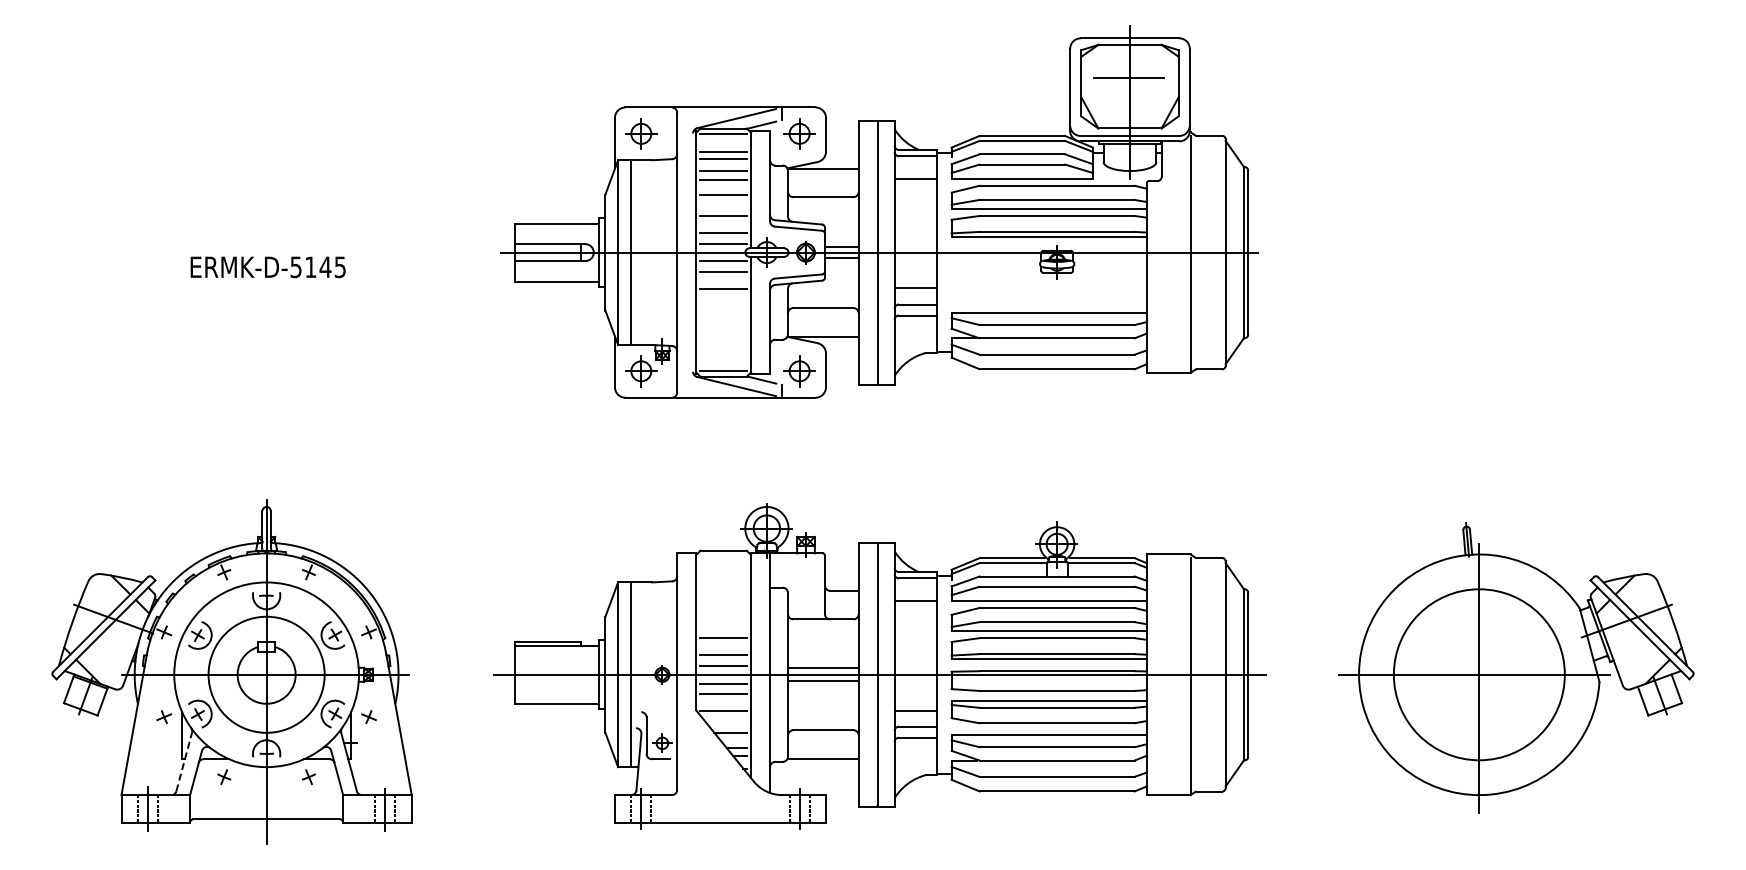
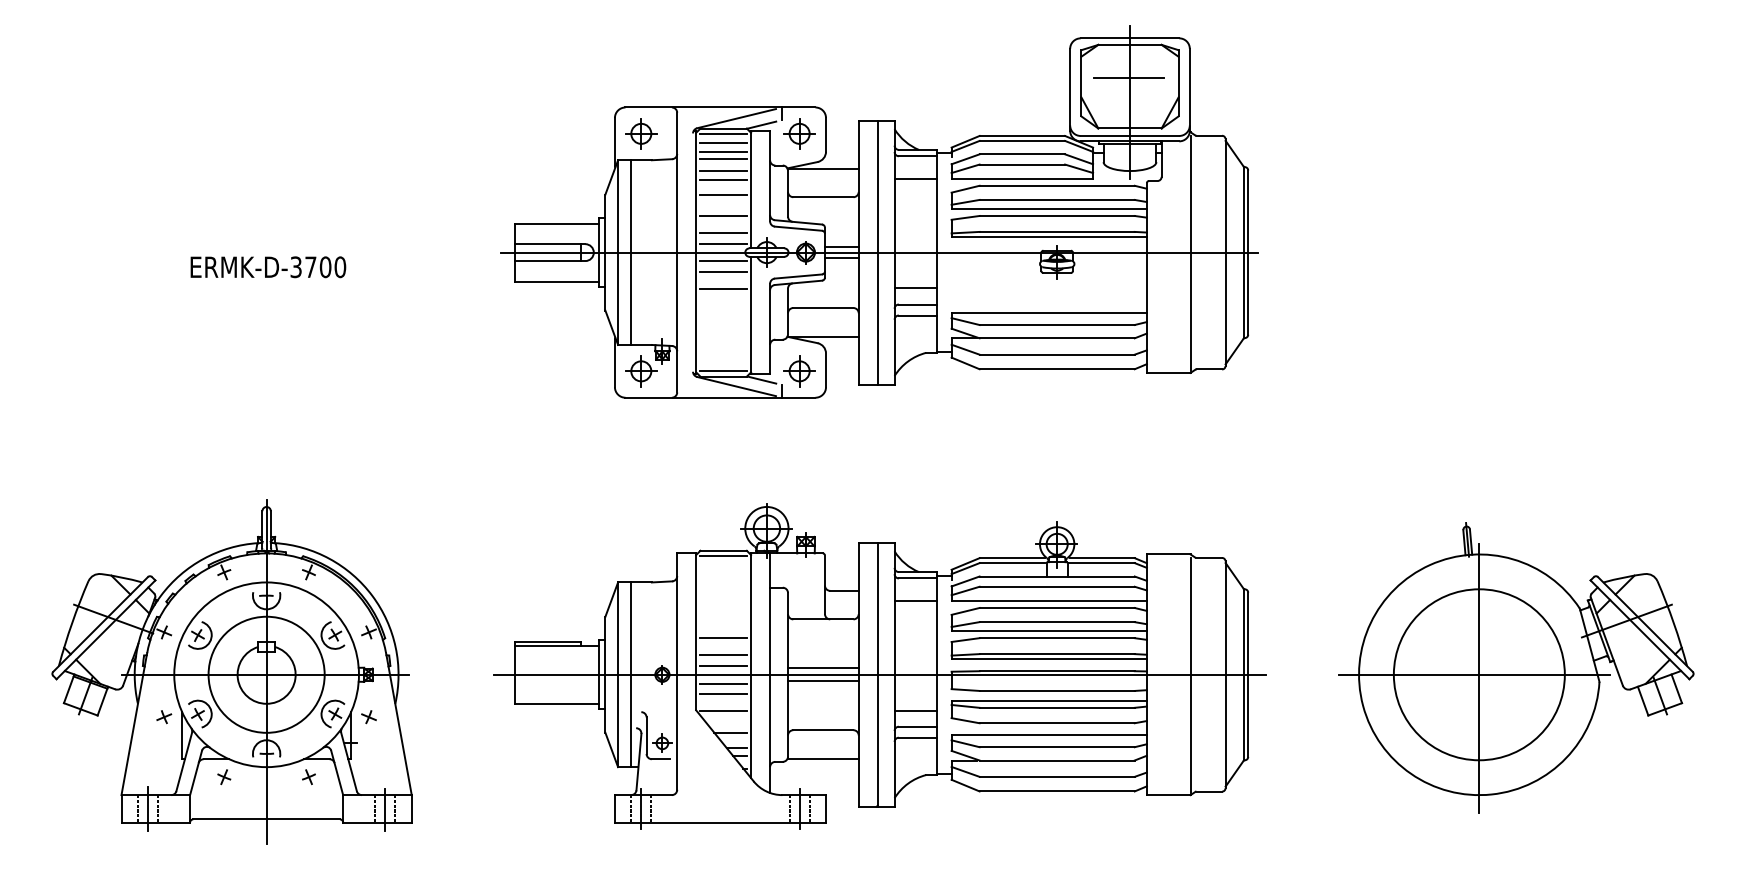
line at (723, 142): none -> present
text at (318, 267): ERMK-D-5145 -> ERMK-D-3700
line at (723, 556): none -> present
line at (184, 761): dashed -> solid
